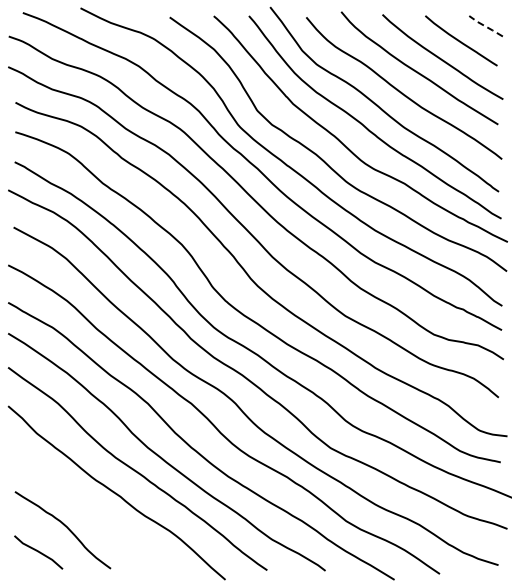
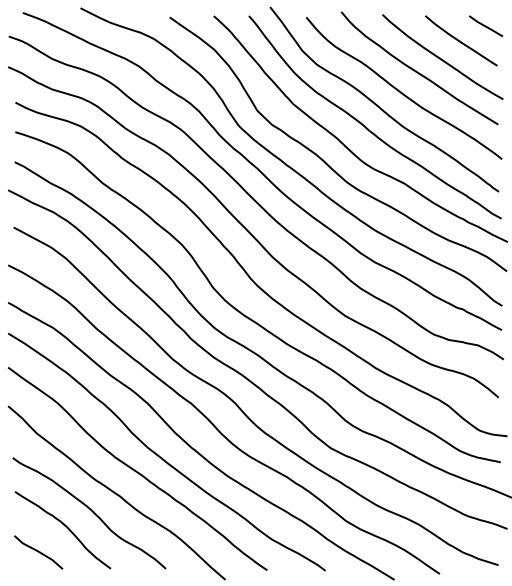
line at (485, 26): dashed -> solid
curve at (91, 511): none -> present
